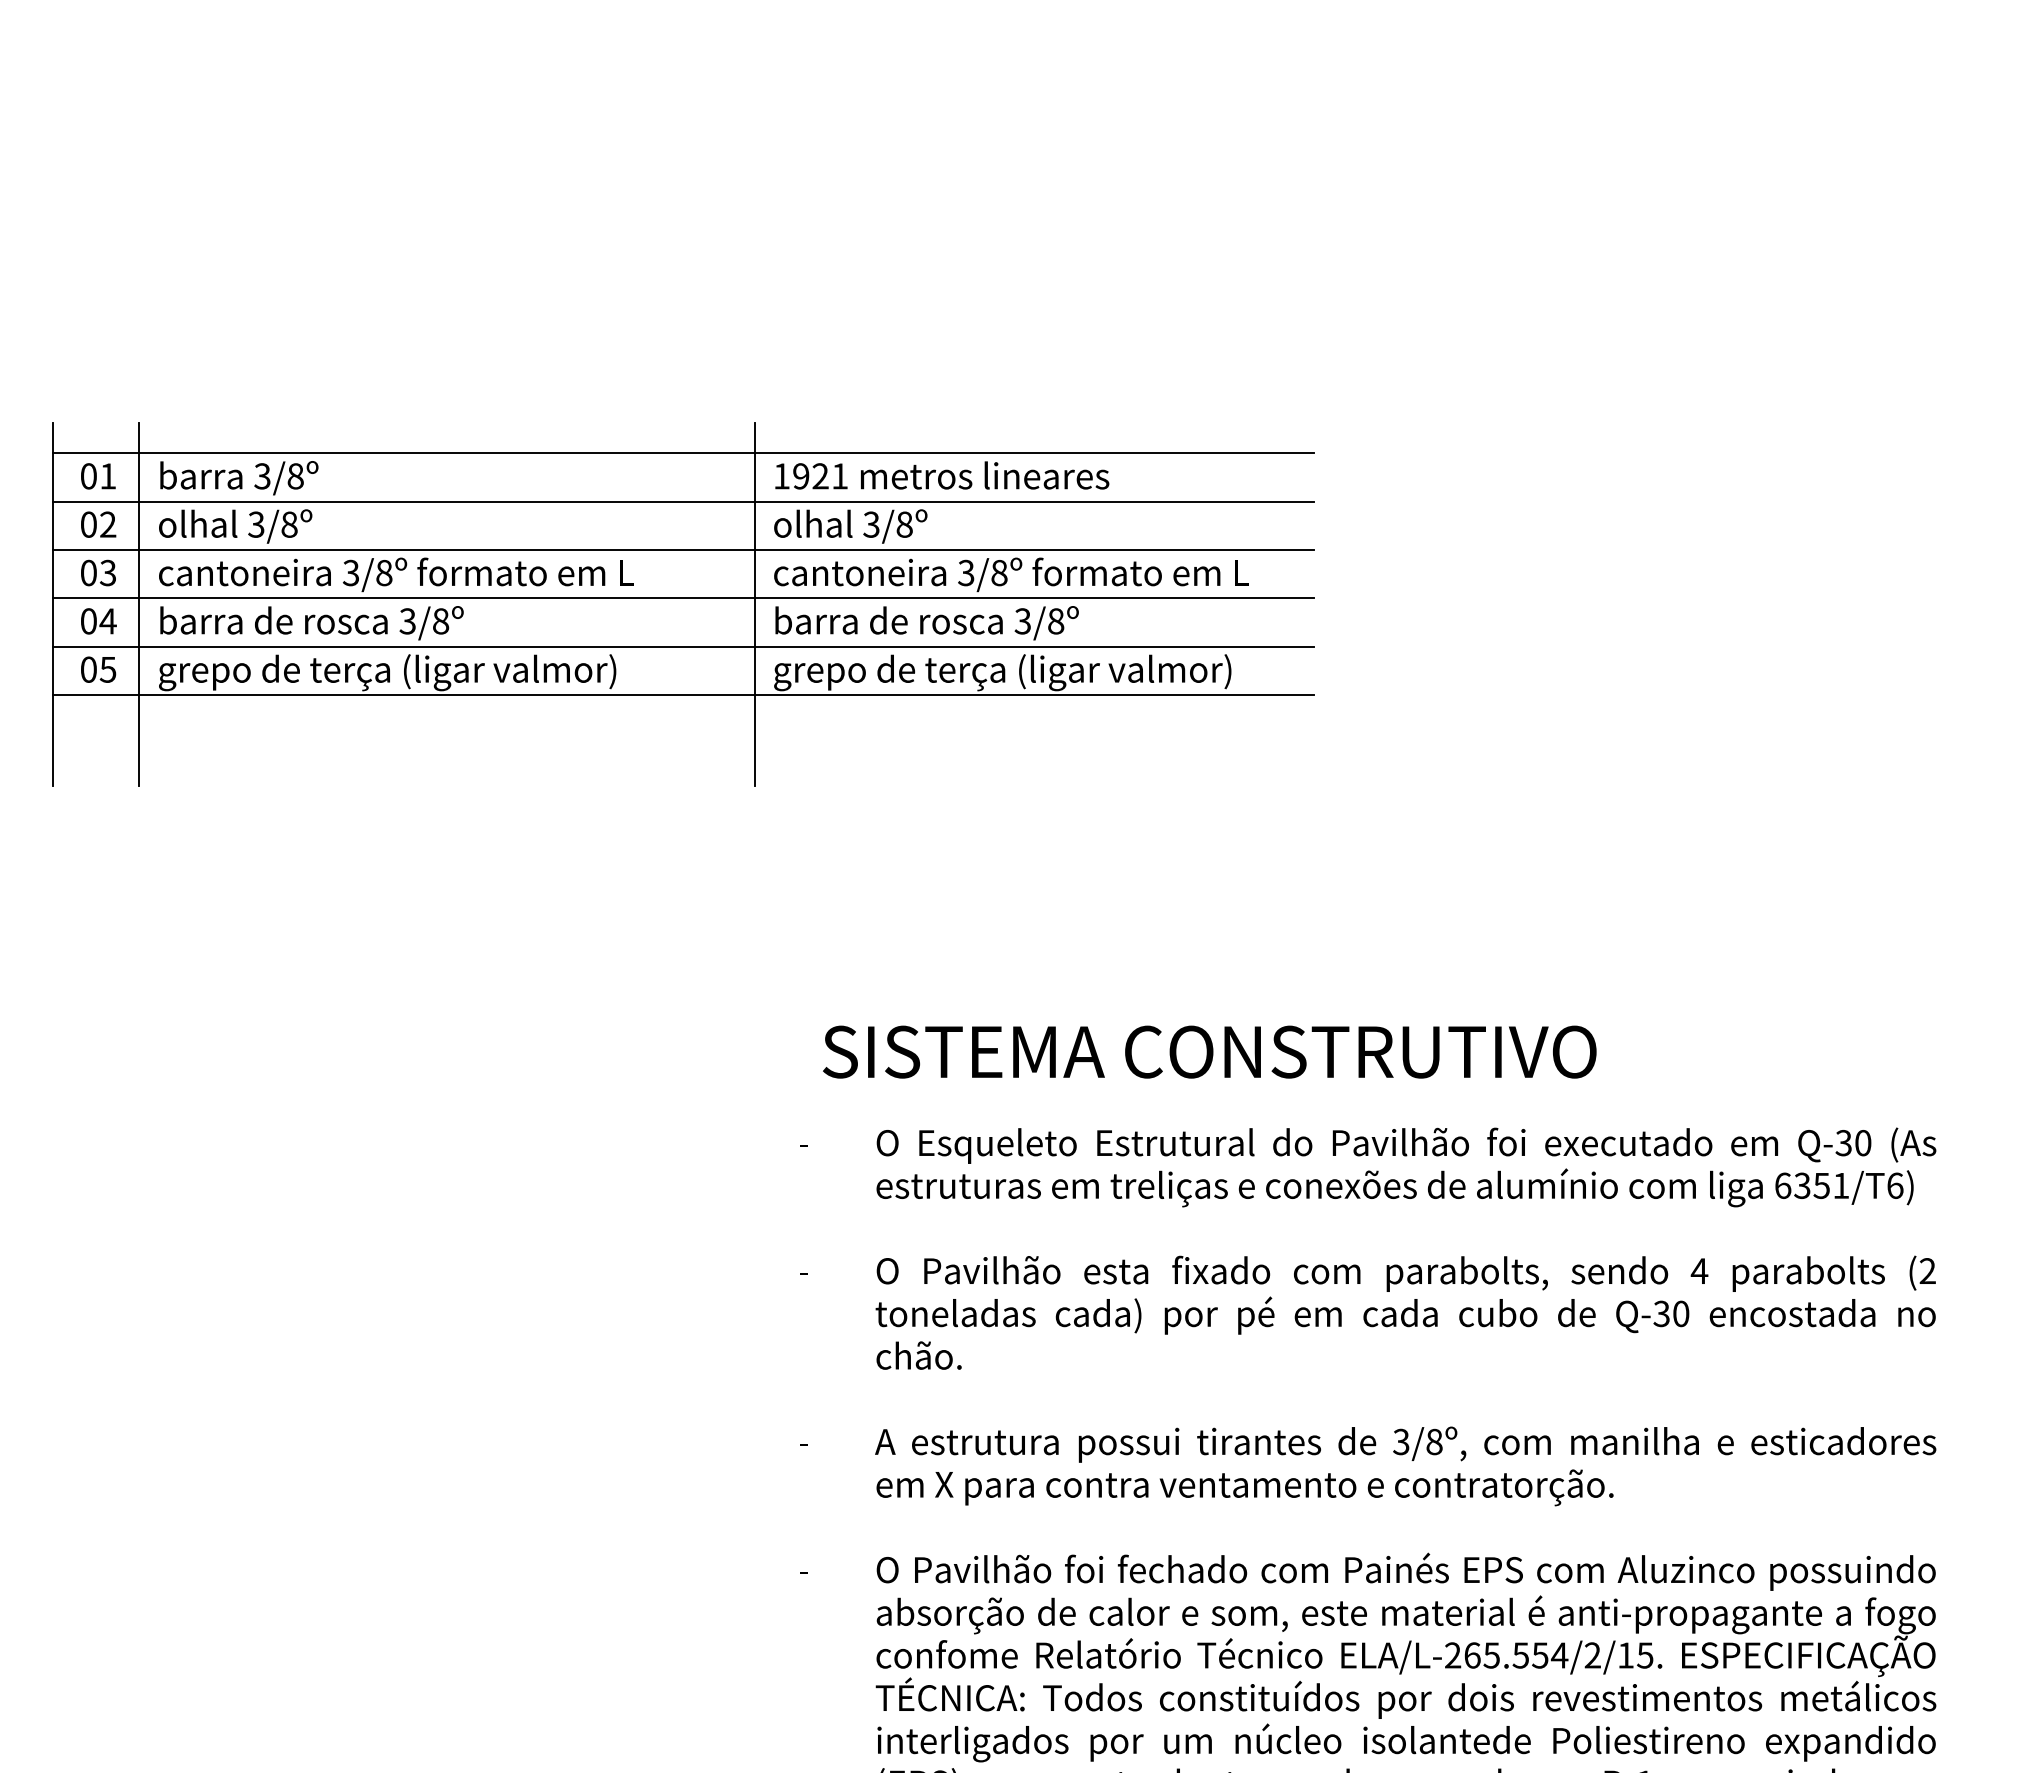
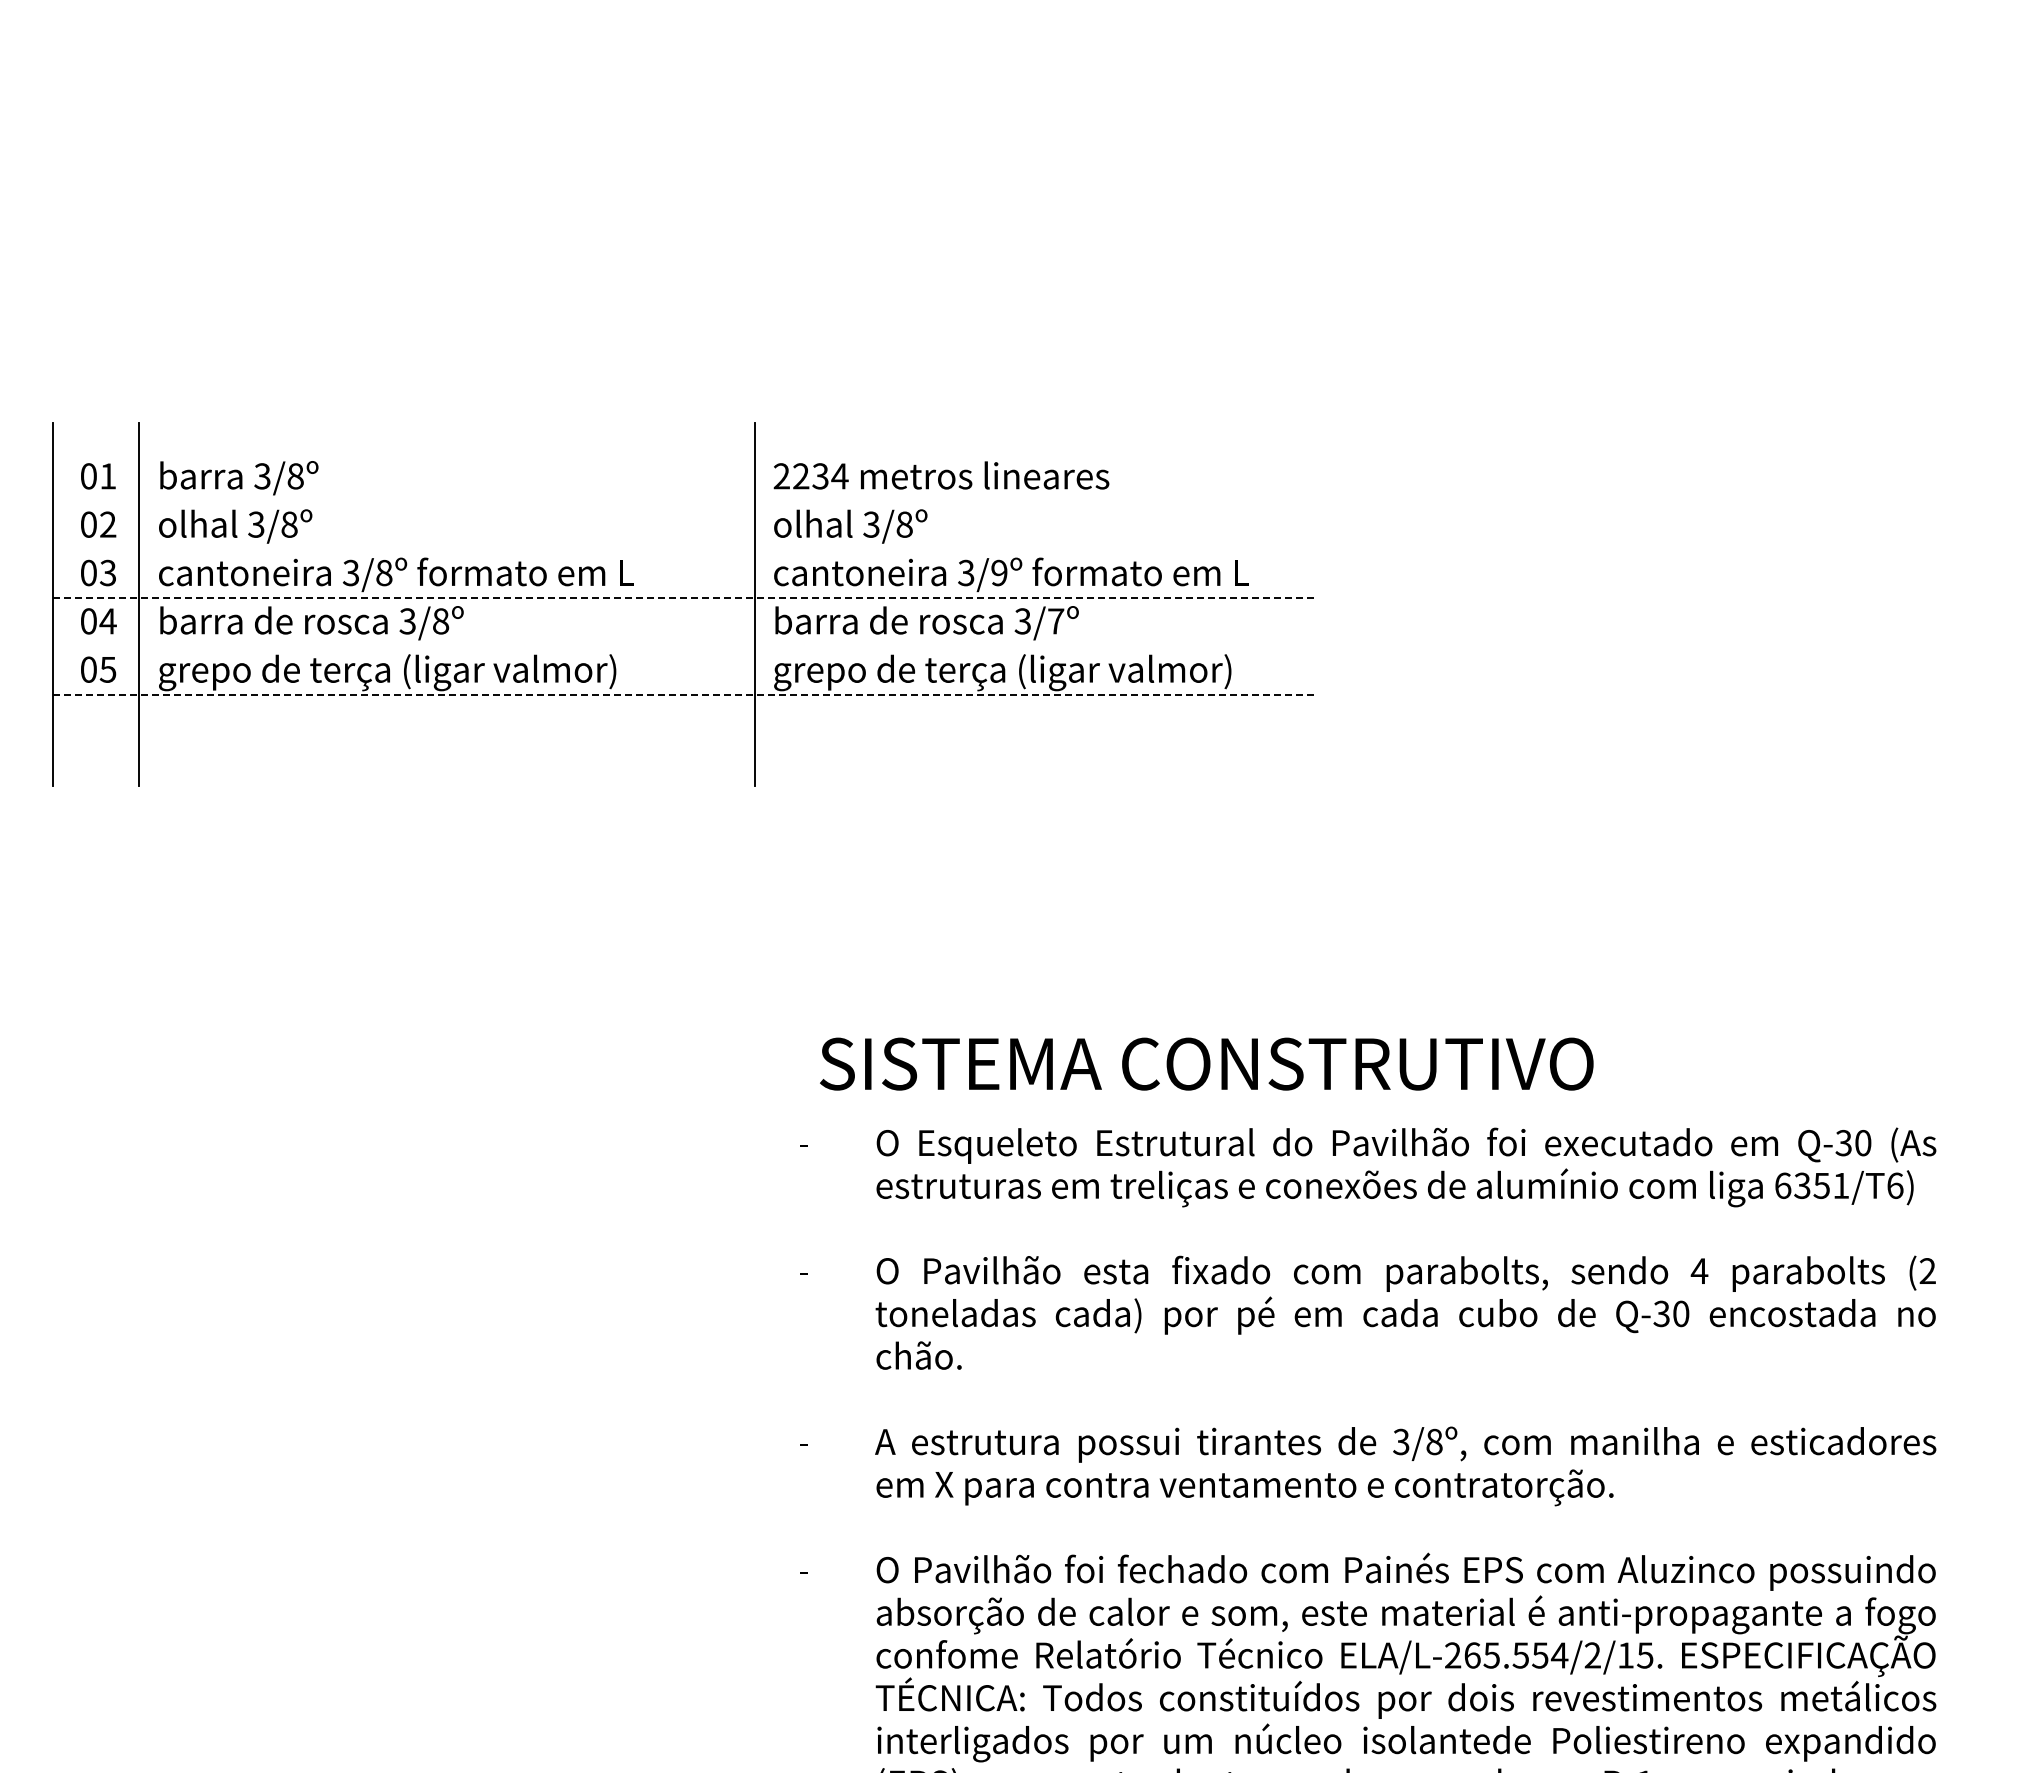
line at (683, 453): present -> none
text at (810, 476): 1921 -> 2234
line at (683, 501): present -> none
line at (683, 549): present -> none
text at (999, 572): 3/8º -> 3/9º
line at (683, 598): solid -> dashed
text at (1056, 621): 3/8º -> 3/7º
line at (683, 646): present -> none
line at (683, 695): solid -> dashed
text at (1209, 1051) position: (1209, 1051) -> (1206, 1063)
